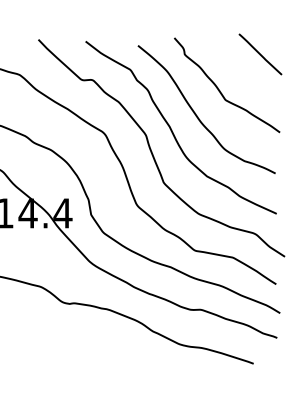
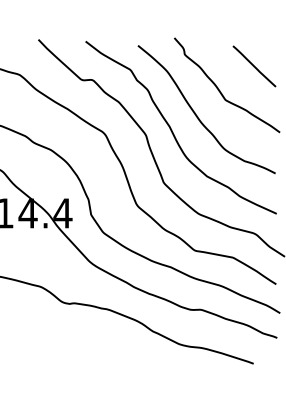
line at (260, 54) position: (260, 54) -> (254, 66)
